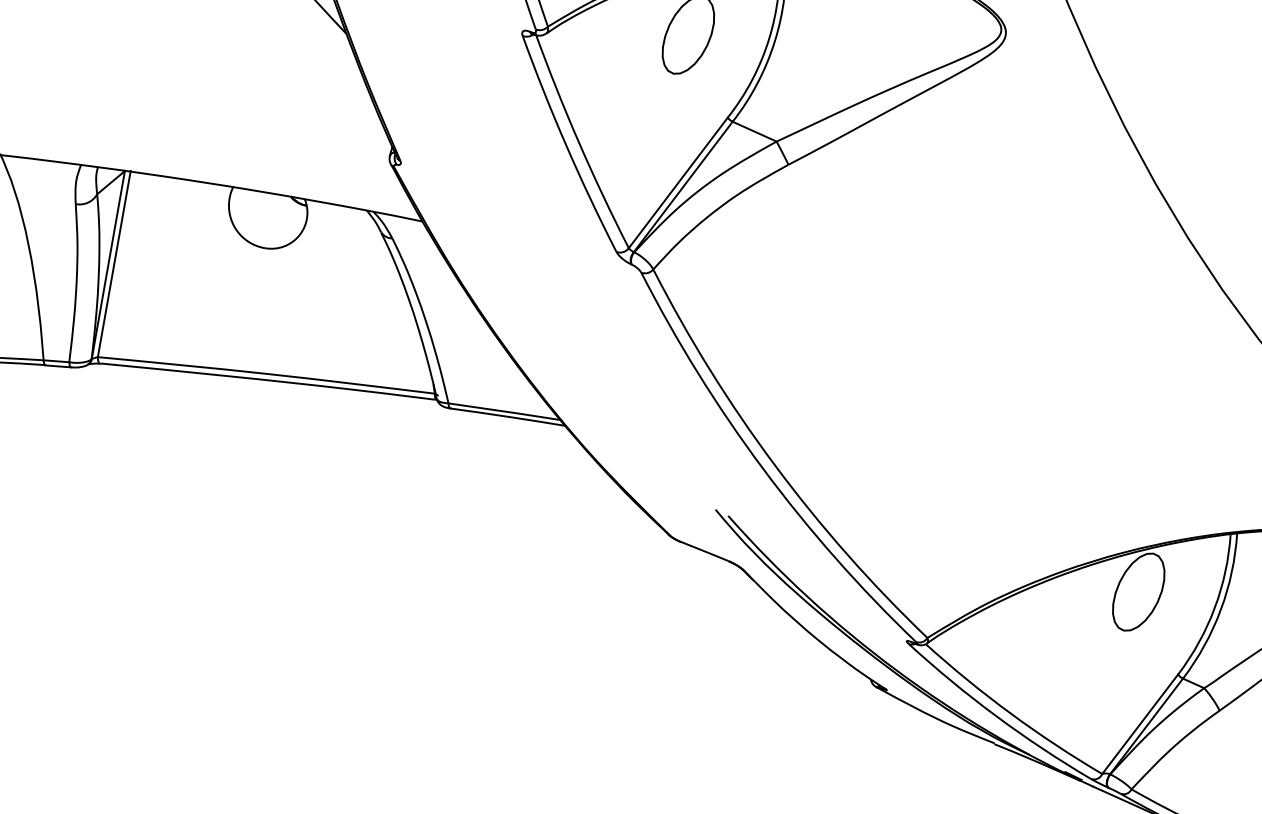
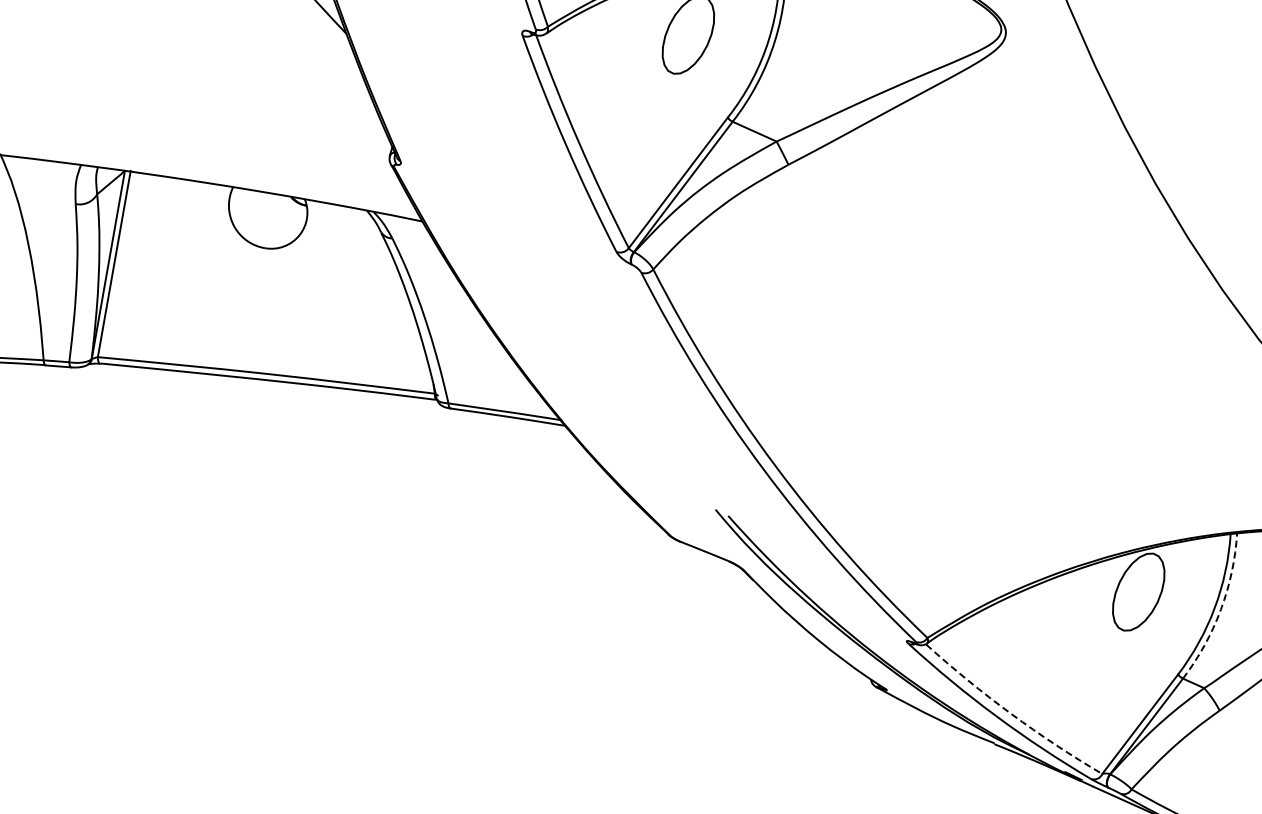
arc at (1220, 609): solid -> dashed
arc at (1011, 713): solid -> dashed
